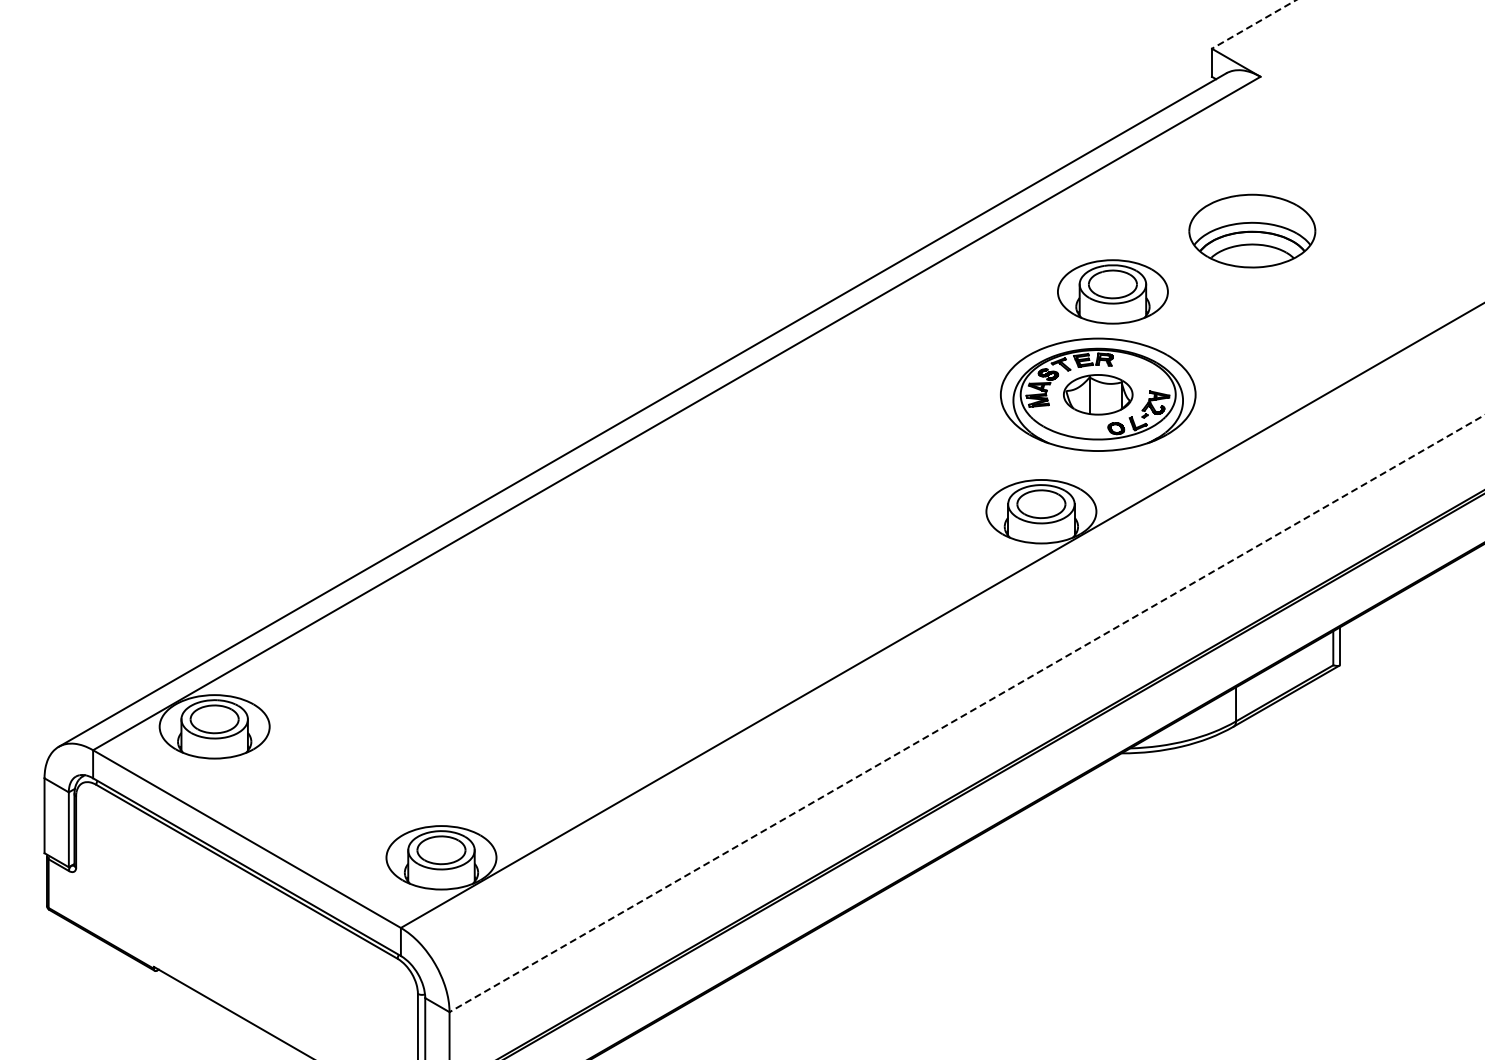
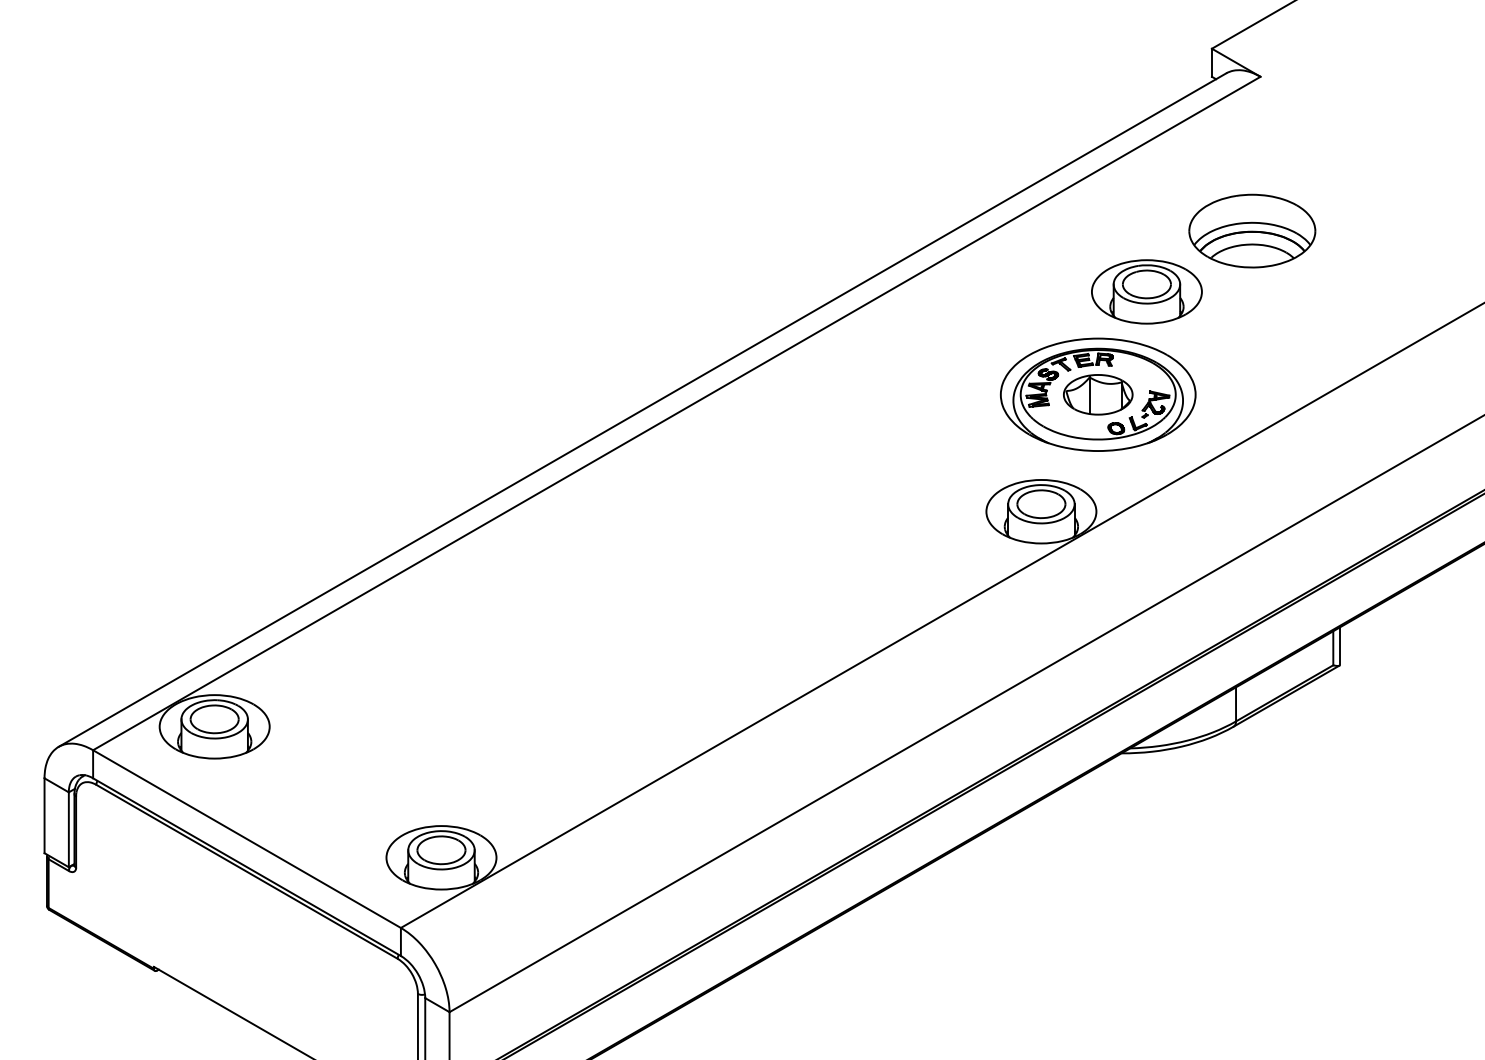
line at (1253, 24): dashed -> solid
part at (1112, 291) position: (1112, 291) -> (1146, 291)
line at (966, 713): dashed -> solid
